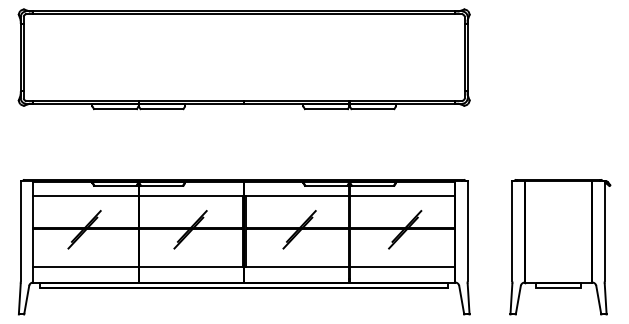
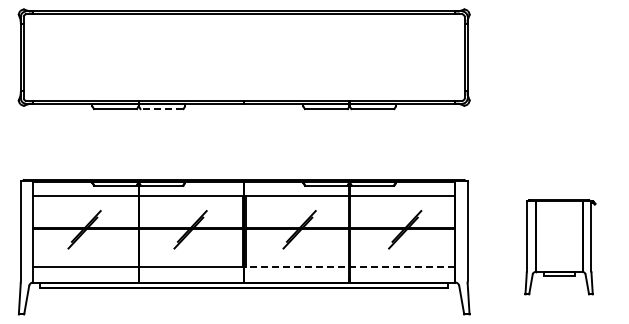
line at (161, 109): solid -> dashed
part at (560, 247) size: 103x137 px -> 73x97 px
line at (349, 267): solid -> dashed
